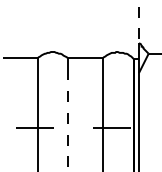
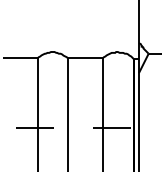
line at (138, 22): dashed -> solid
line at (67, 120): dashed -> solid
